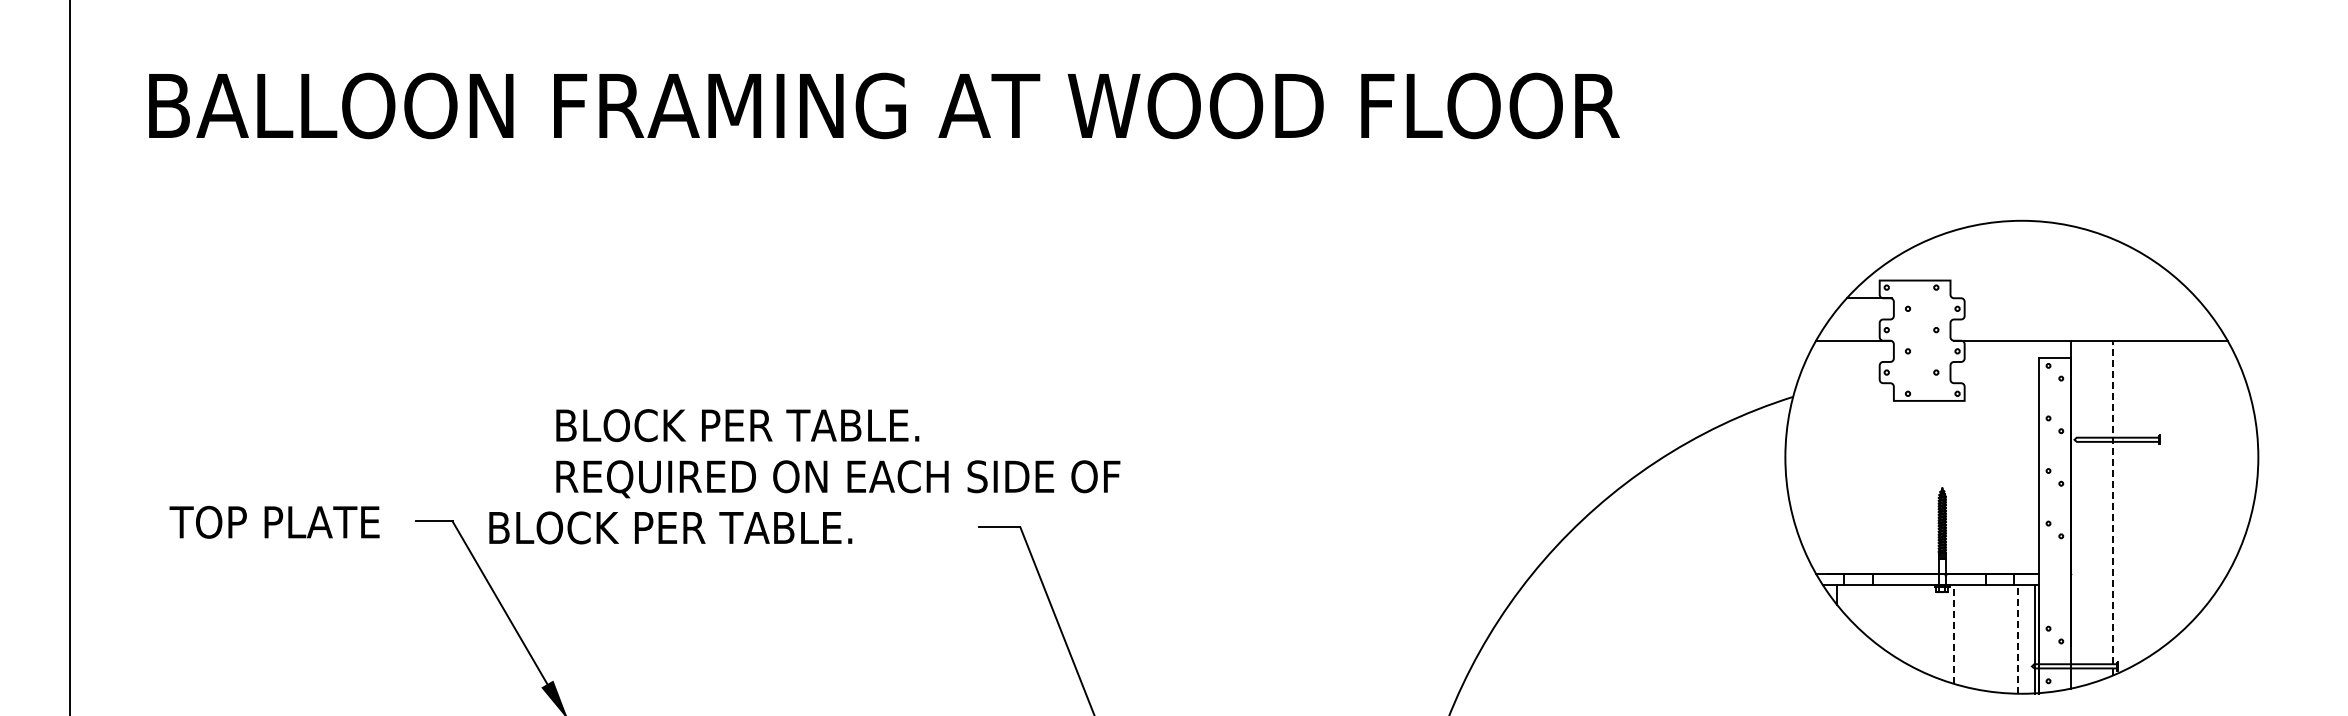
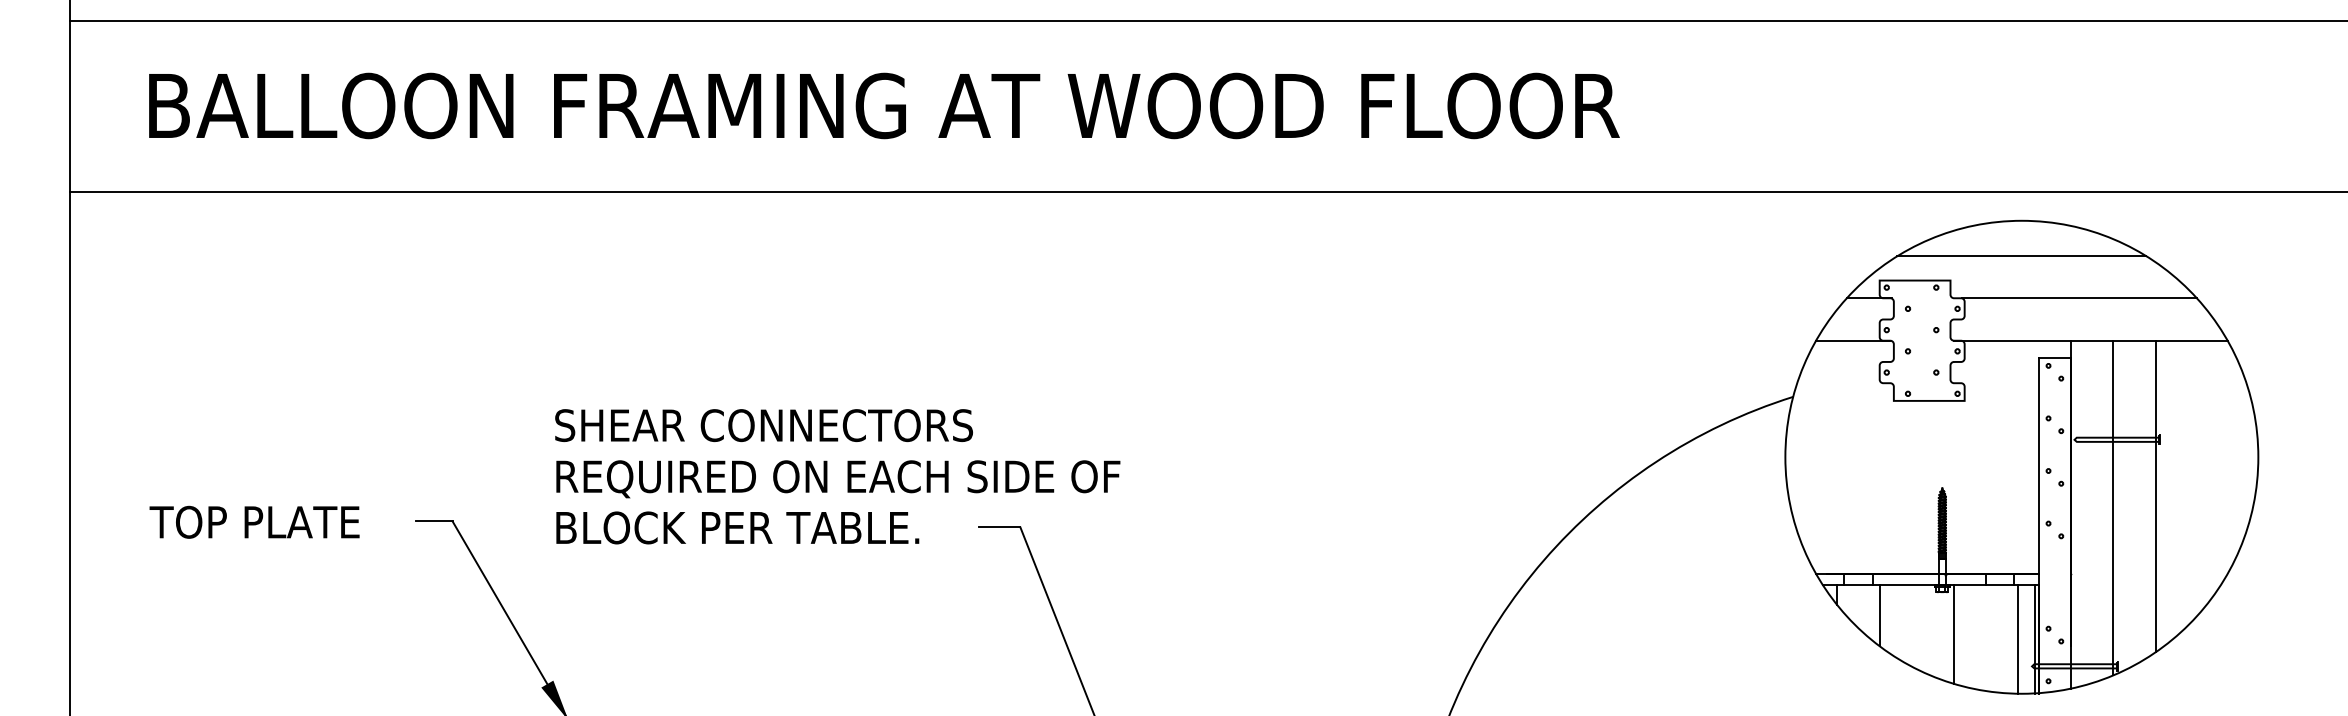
line at (1207, 21): none -> present
line at (1207, 192): none -> present
line at (2021, 256): none -> present
line at (2079, 298): none -> present
text at (764, 425): BLOCK PER TABLE. -> SHEAR CONNECTORS
line at (2155, 496): none -> present
line at (2113, 507): dashed -> solid
text at (274, 521) position: (274, 521) -> (254, 521)
text at (670, 527) position: (670, 527) -> (737, 527)
line at (1879, 615): none -> present
line at (1954, 634): dashed -> solid
line at (2017, 639): dashed -> solid
